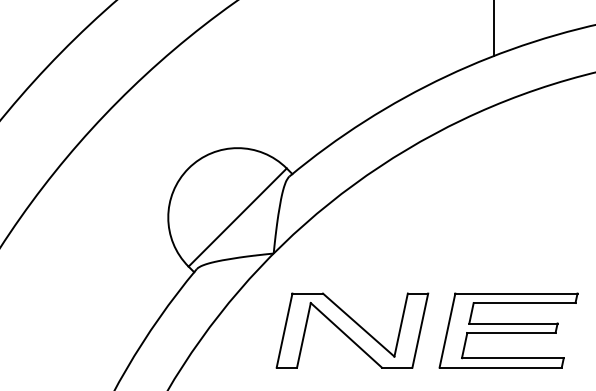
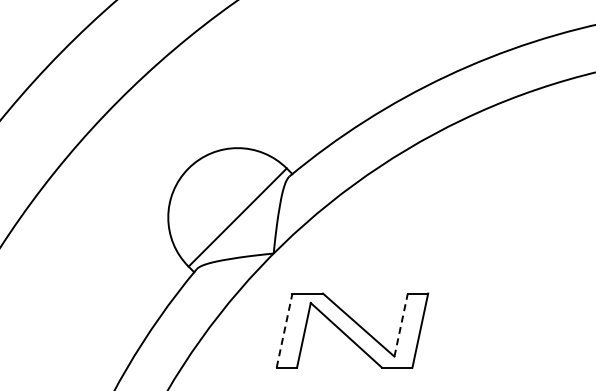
line at (494, 28): present -> none
line at (401, 324): solid -> dashed
line at (284, 330): solid -> dashed
part at (508, 330): present -> none
